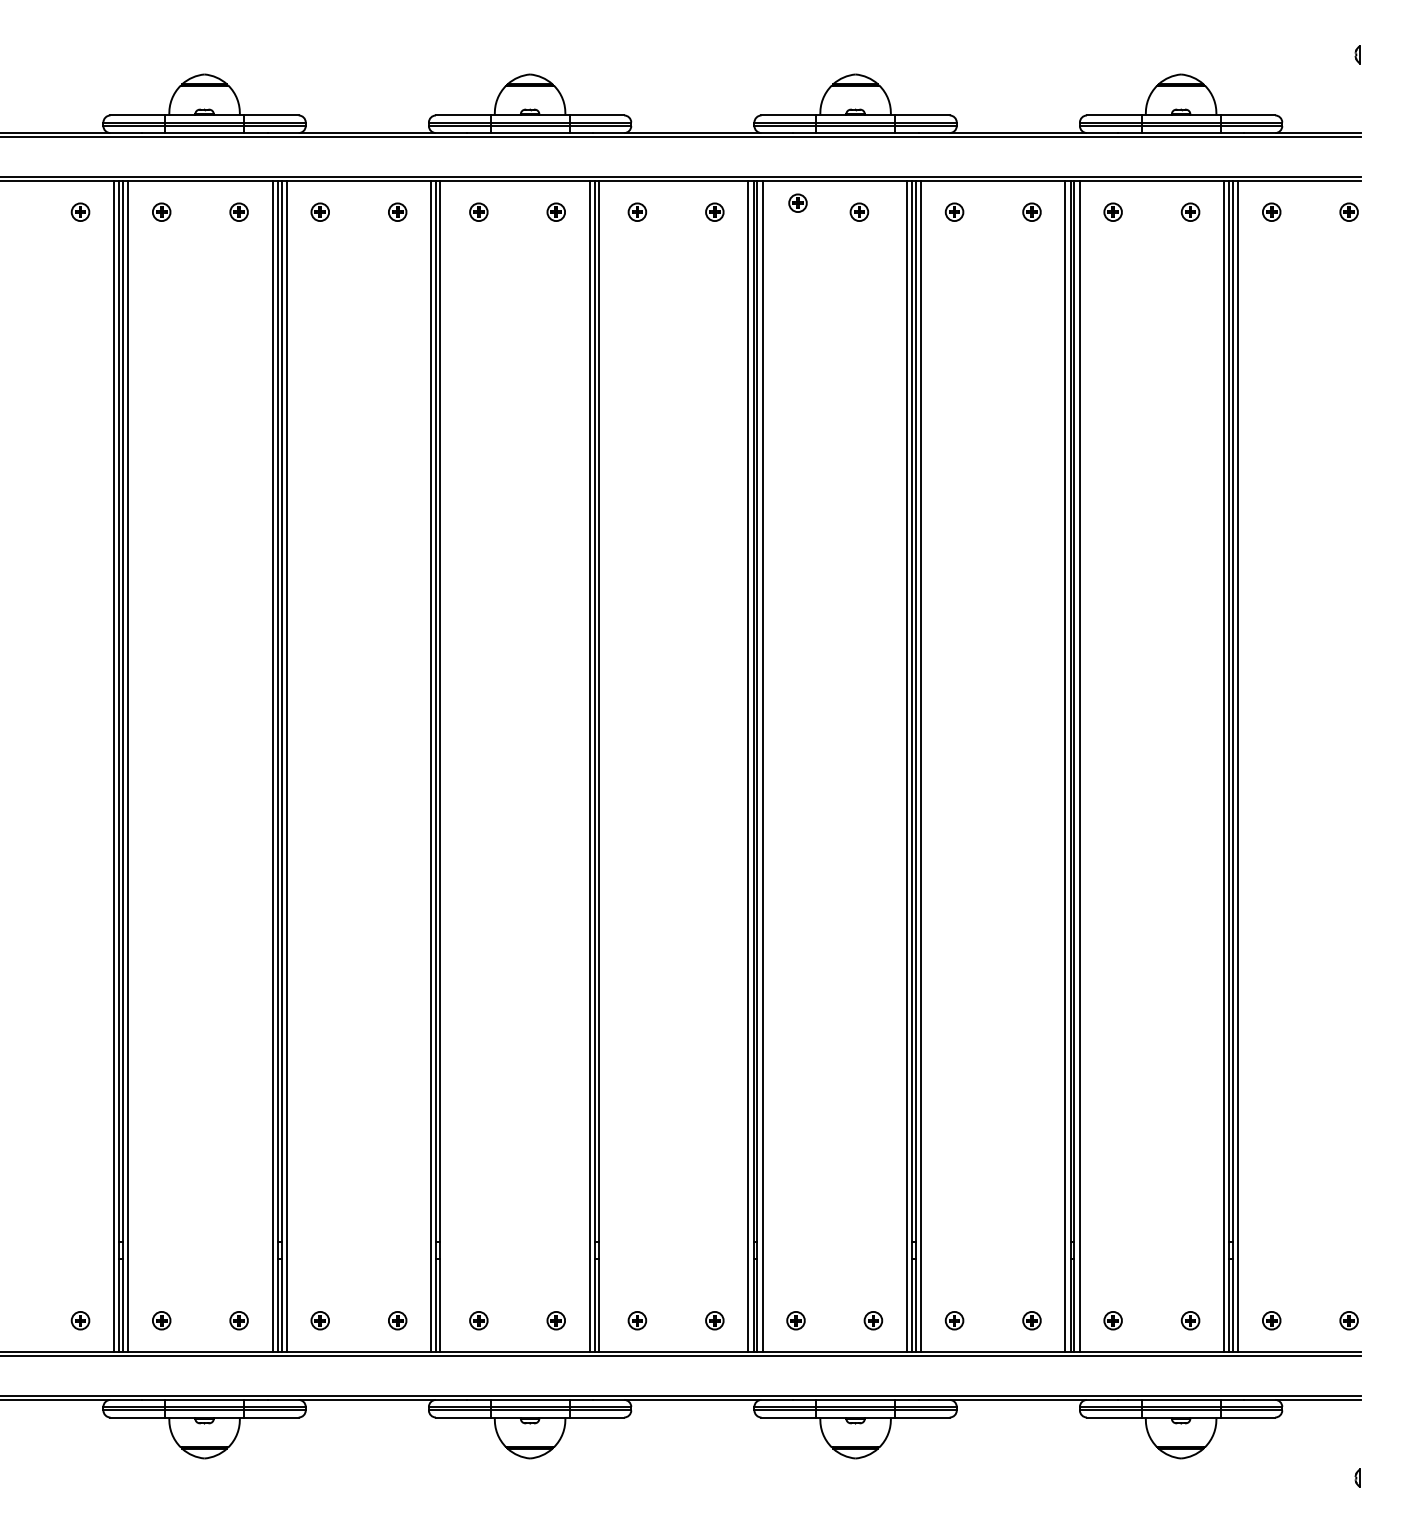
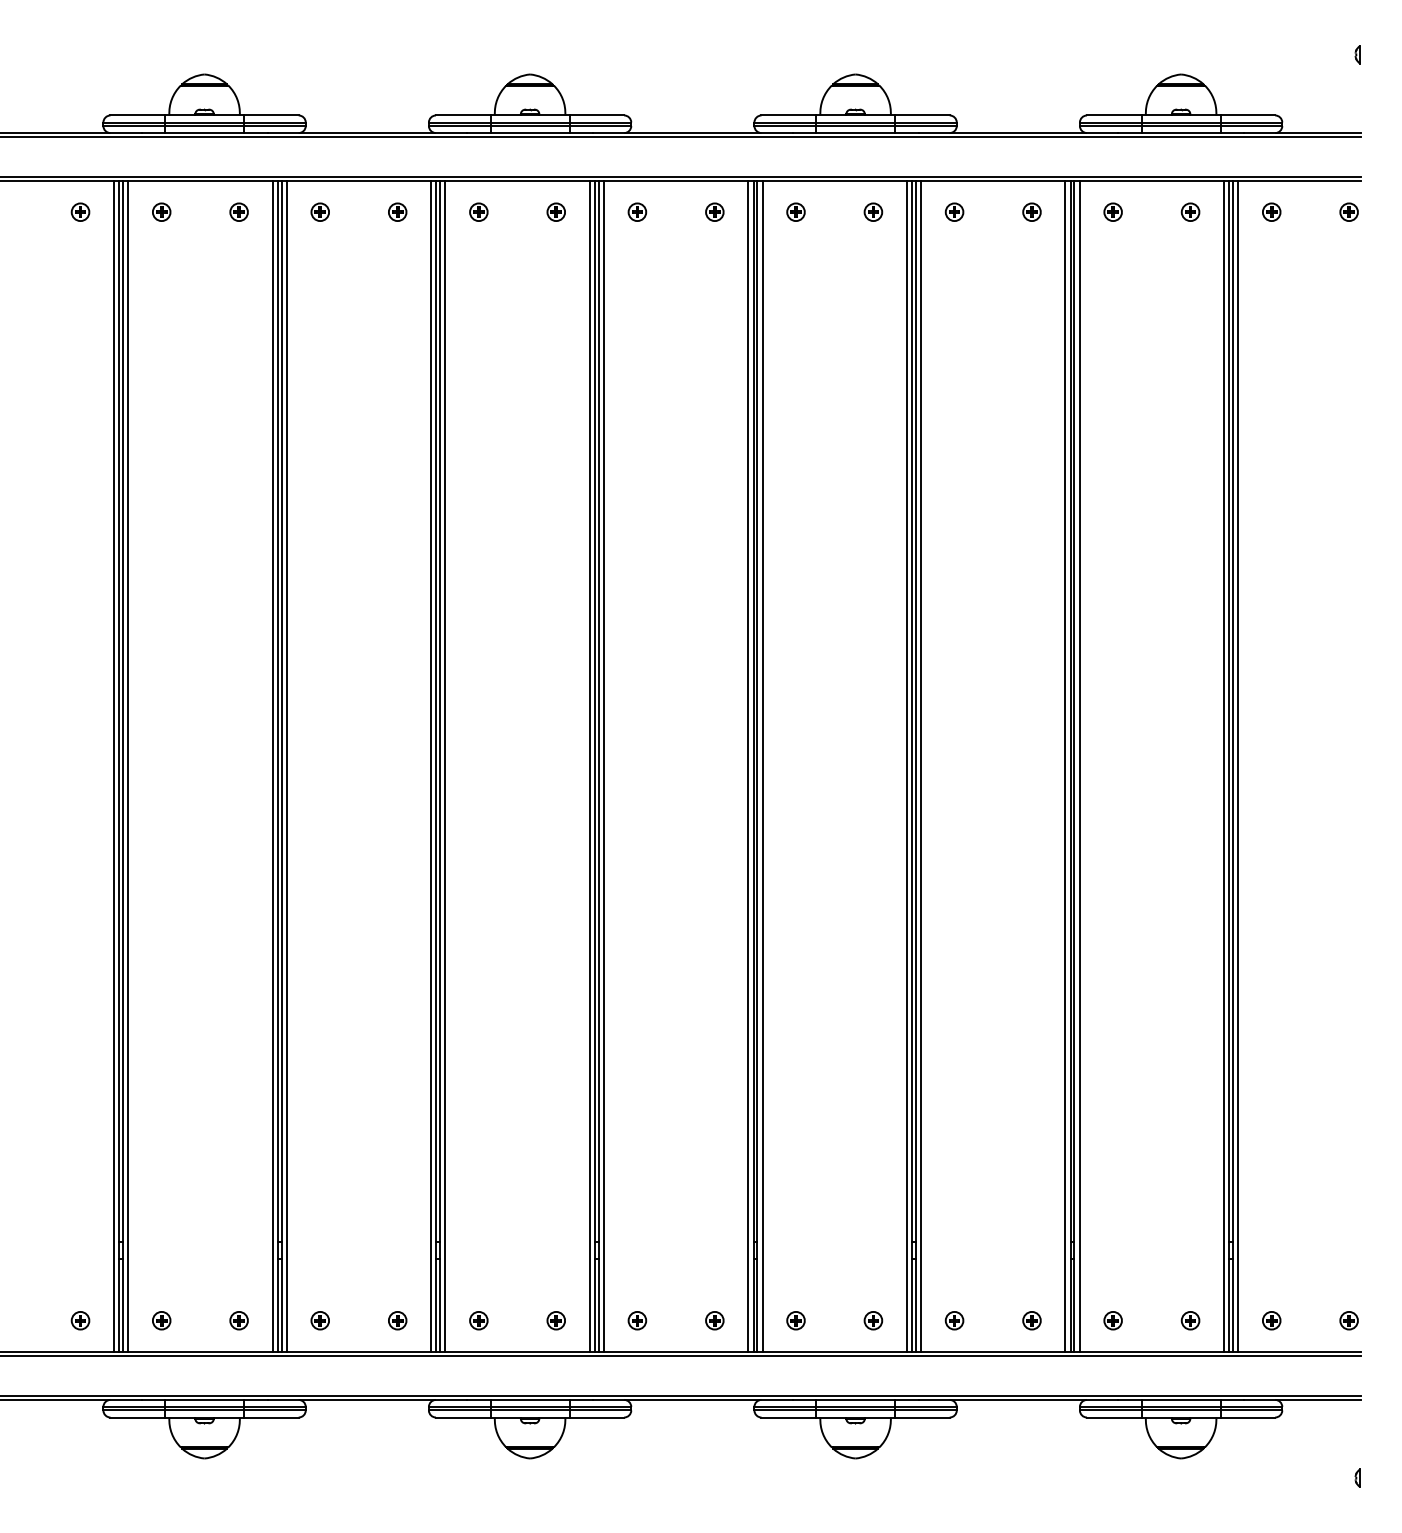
part at (797, 202) position: (797, 202) -> (795, 211)
part at (859, 211) position: (859, 211) -> (873, 211)
line at (445, 766): none -> present
line at (604, 766): none -> present
